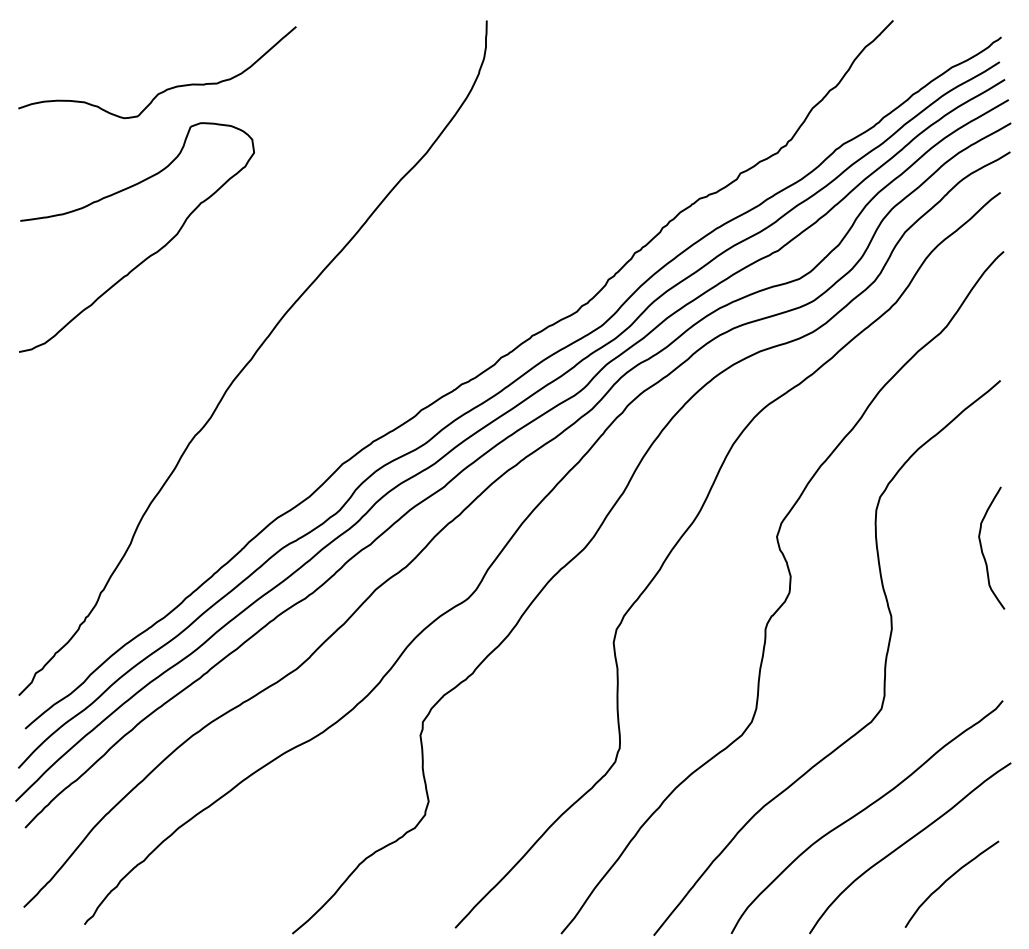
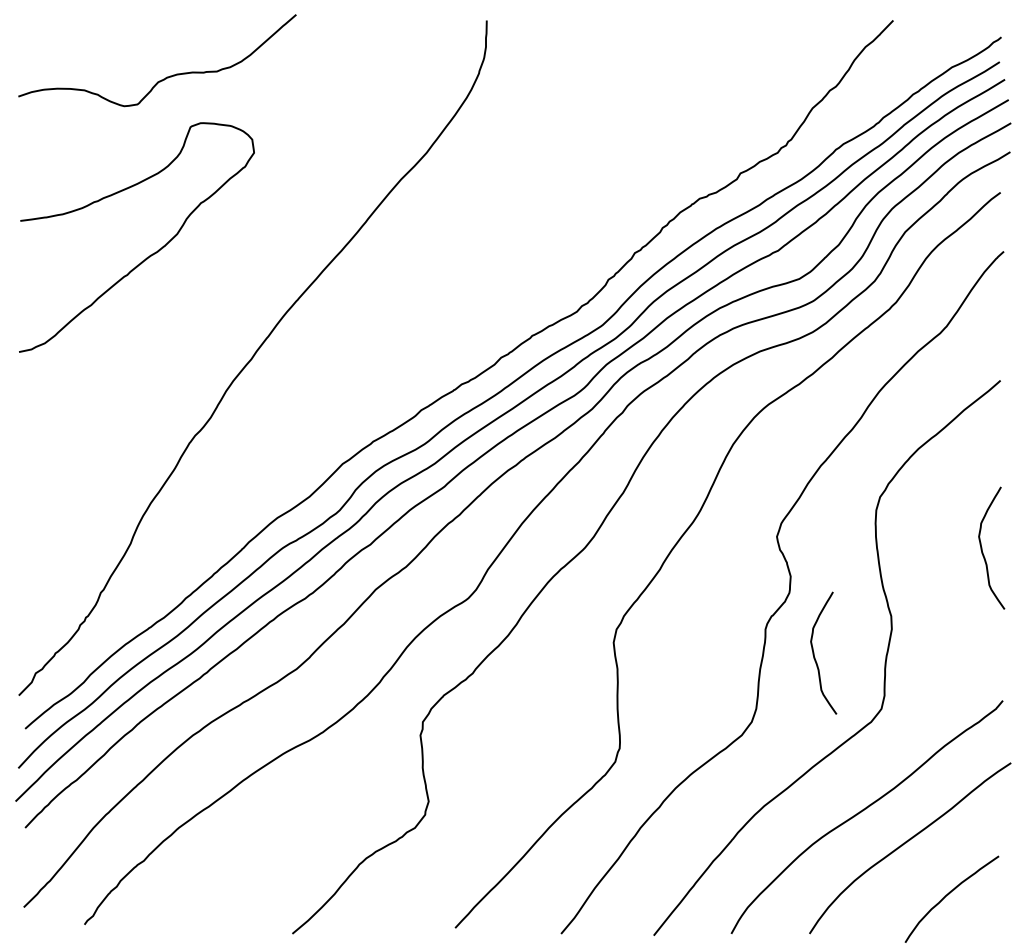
curve at (165, 89) position: (165, 89) -> (165, 77)
curve at (814, 652): none -> present
curve at (948, 880) position: (948, 880) -> (948, 895)
